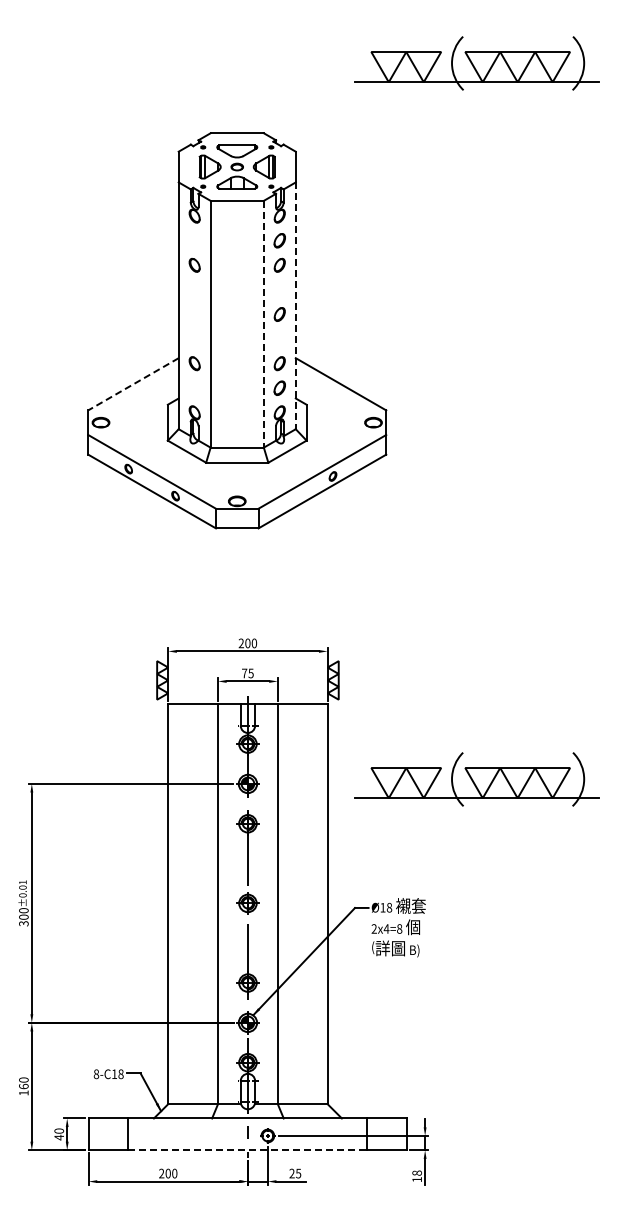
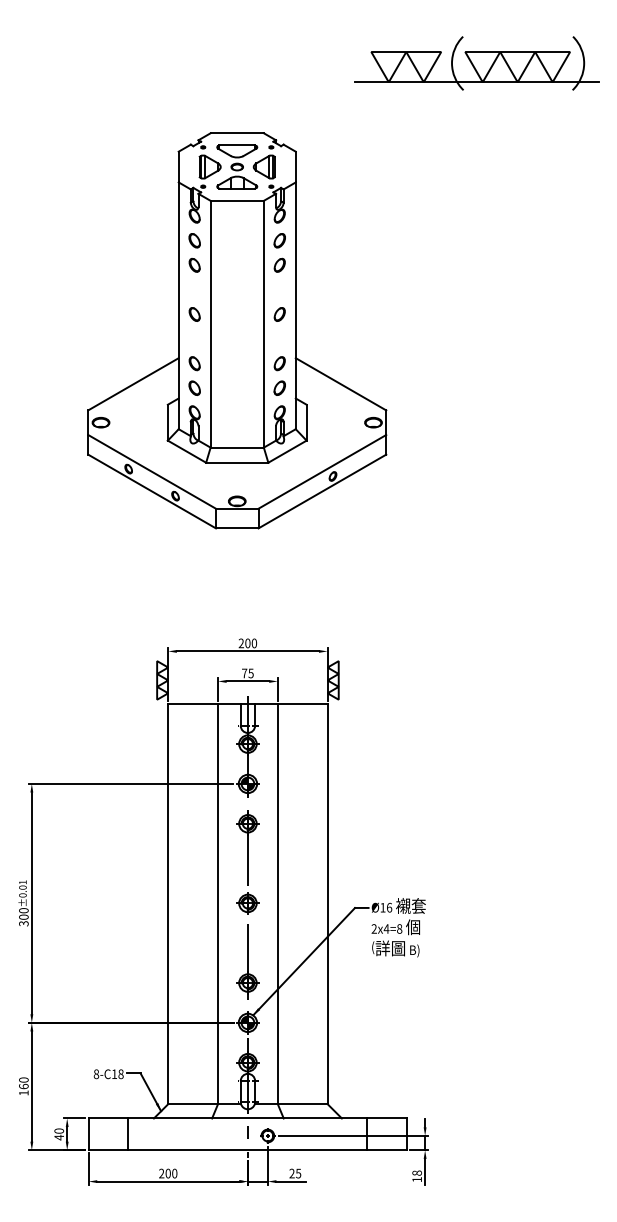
part at (194, 240): none -> present
line at (295, 306): dashed -> solid
part at (194, 314): none -> present
line at (263, 324): dashed -> solid
line at (133, 384): dashed -> solid
part at (194, 387): none -> present
part at (476, 779): present -> none
text at (389, 907): Ø18 -> Ø16
line at (248, 1150): dashed -> solid
